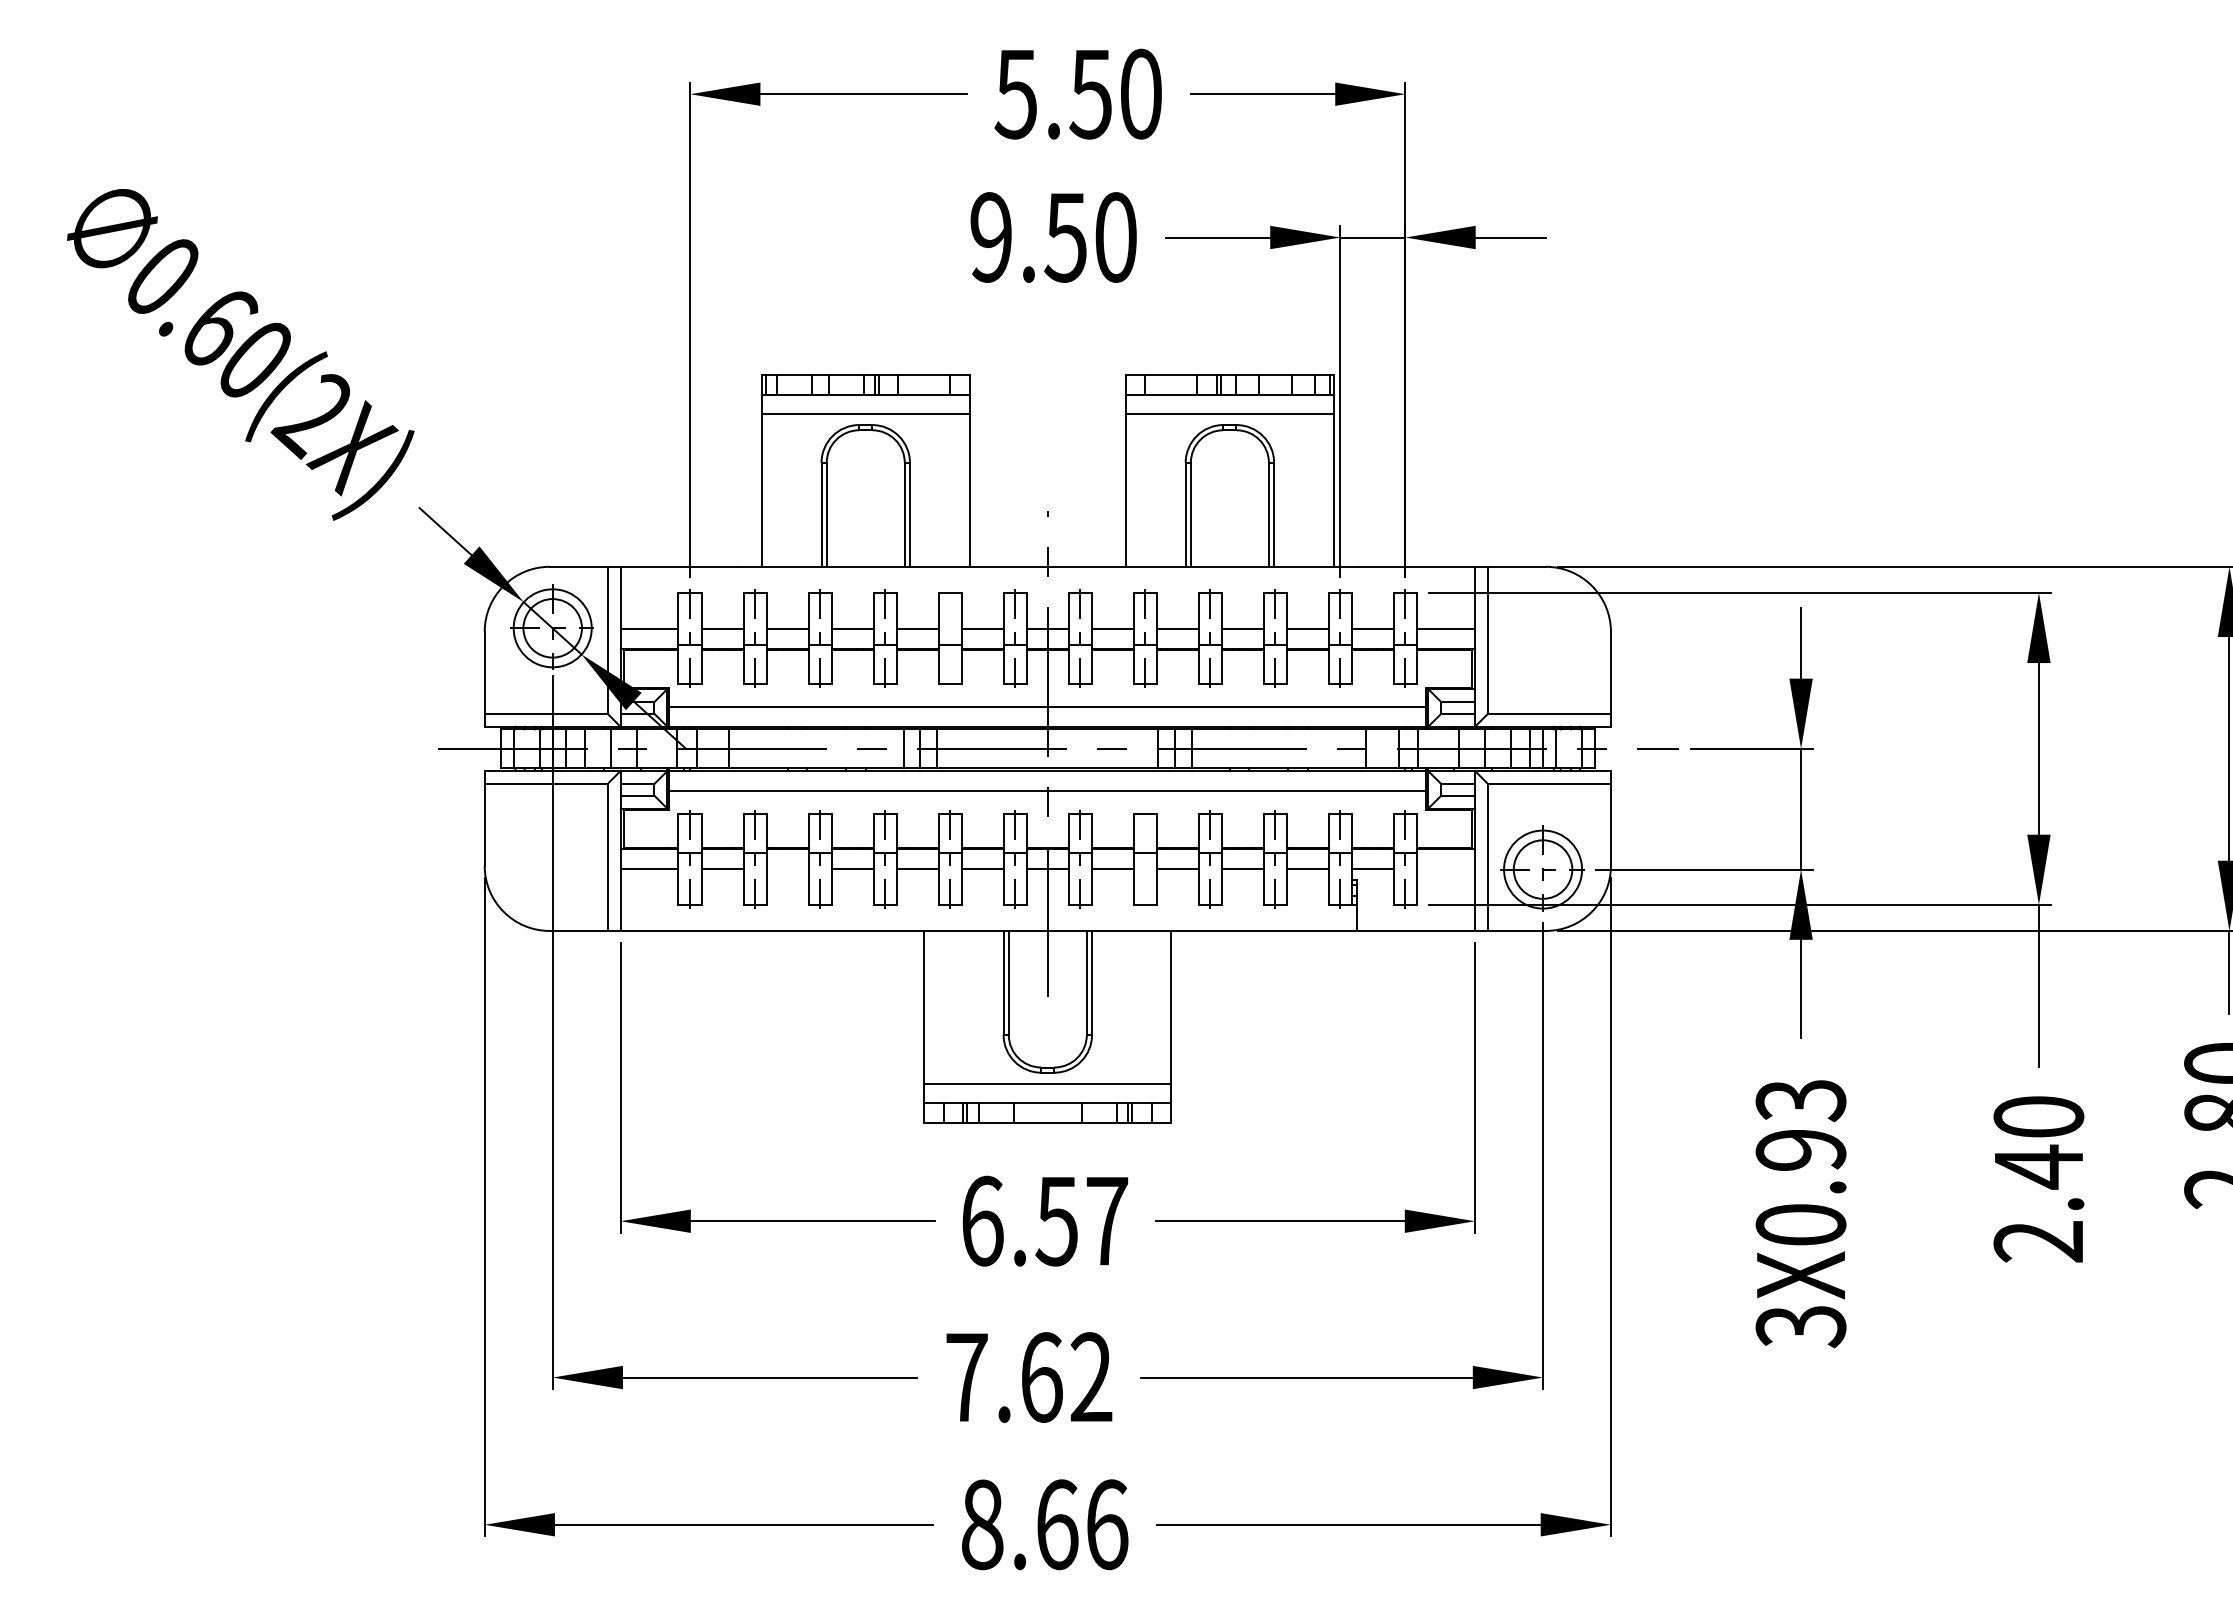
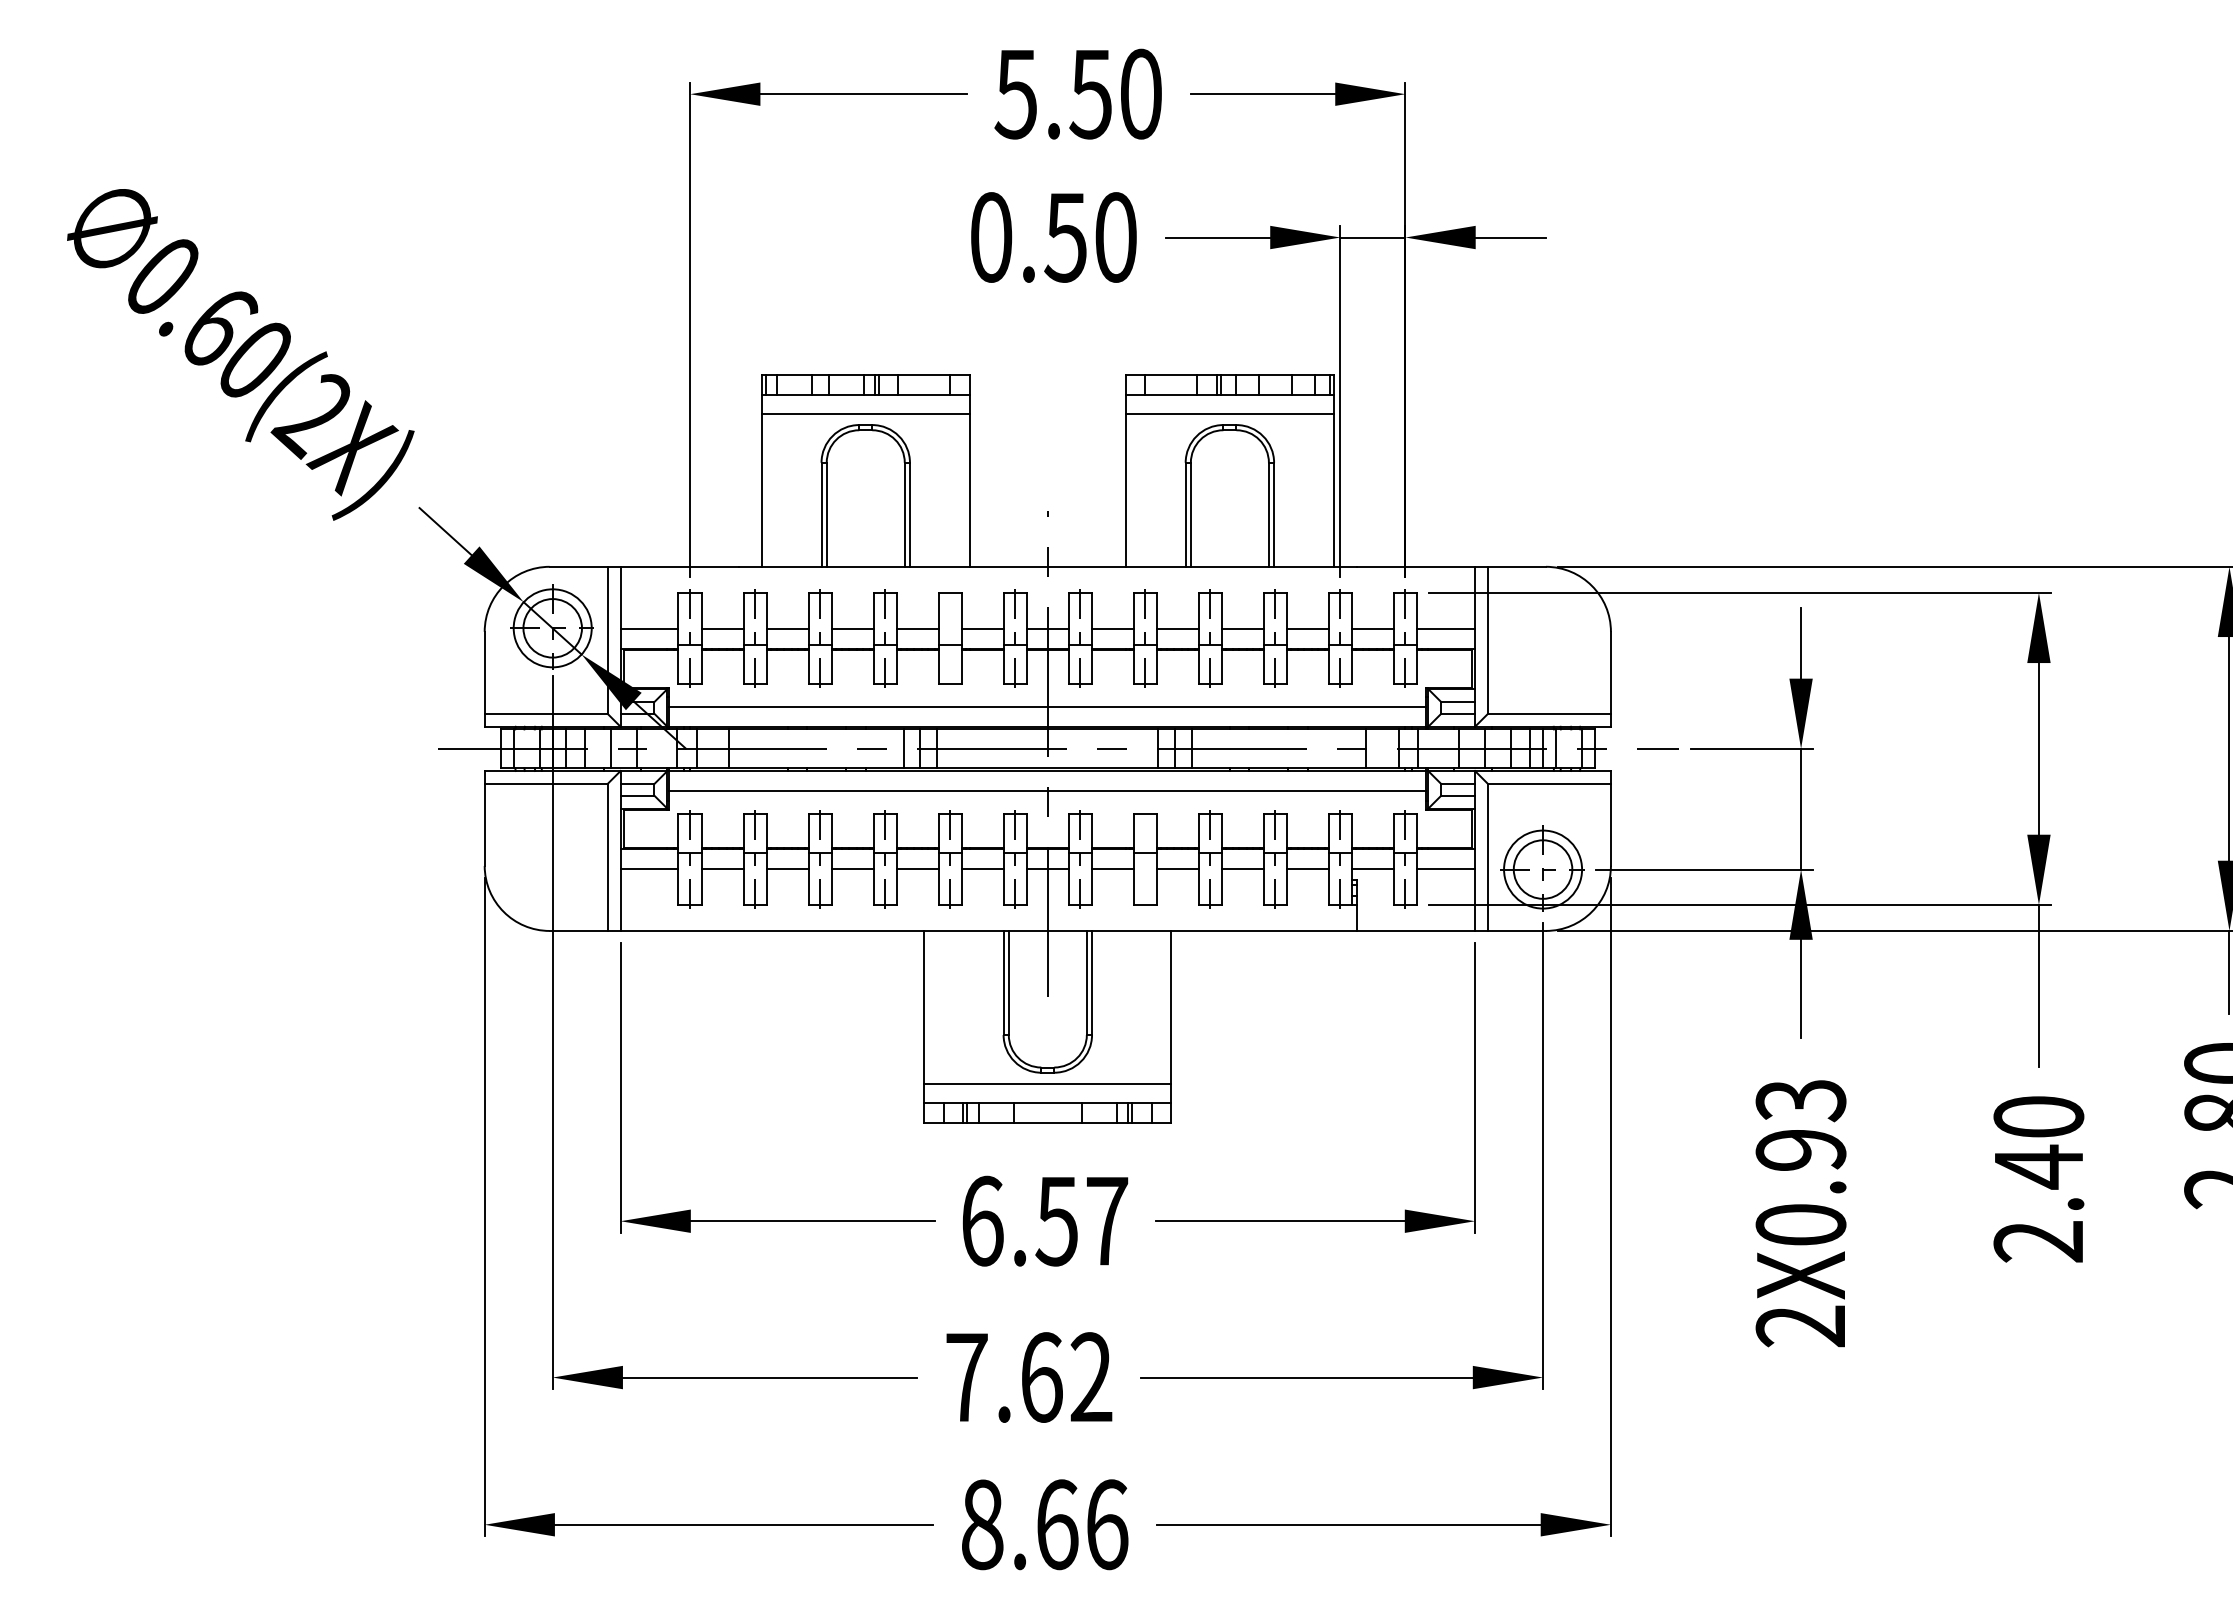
text at (991, 237): 9.50 -> 0.50
line at (787, 868): none -> present
line at (1446, 868): none -> present
text at (1801, 1326): 3X0.93 -> 2X0.93
